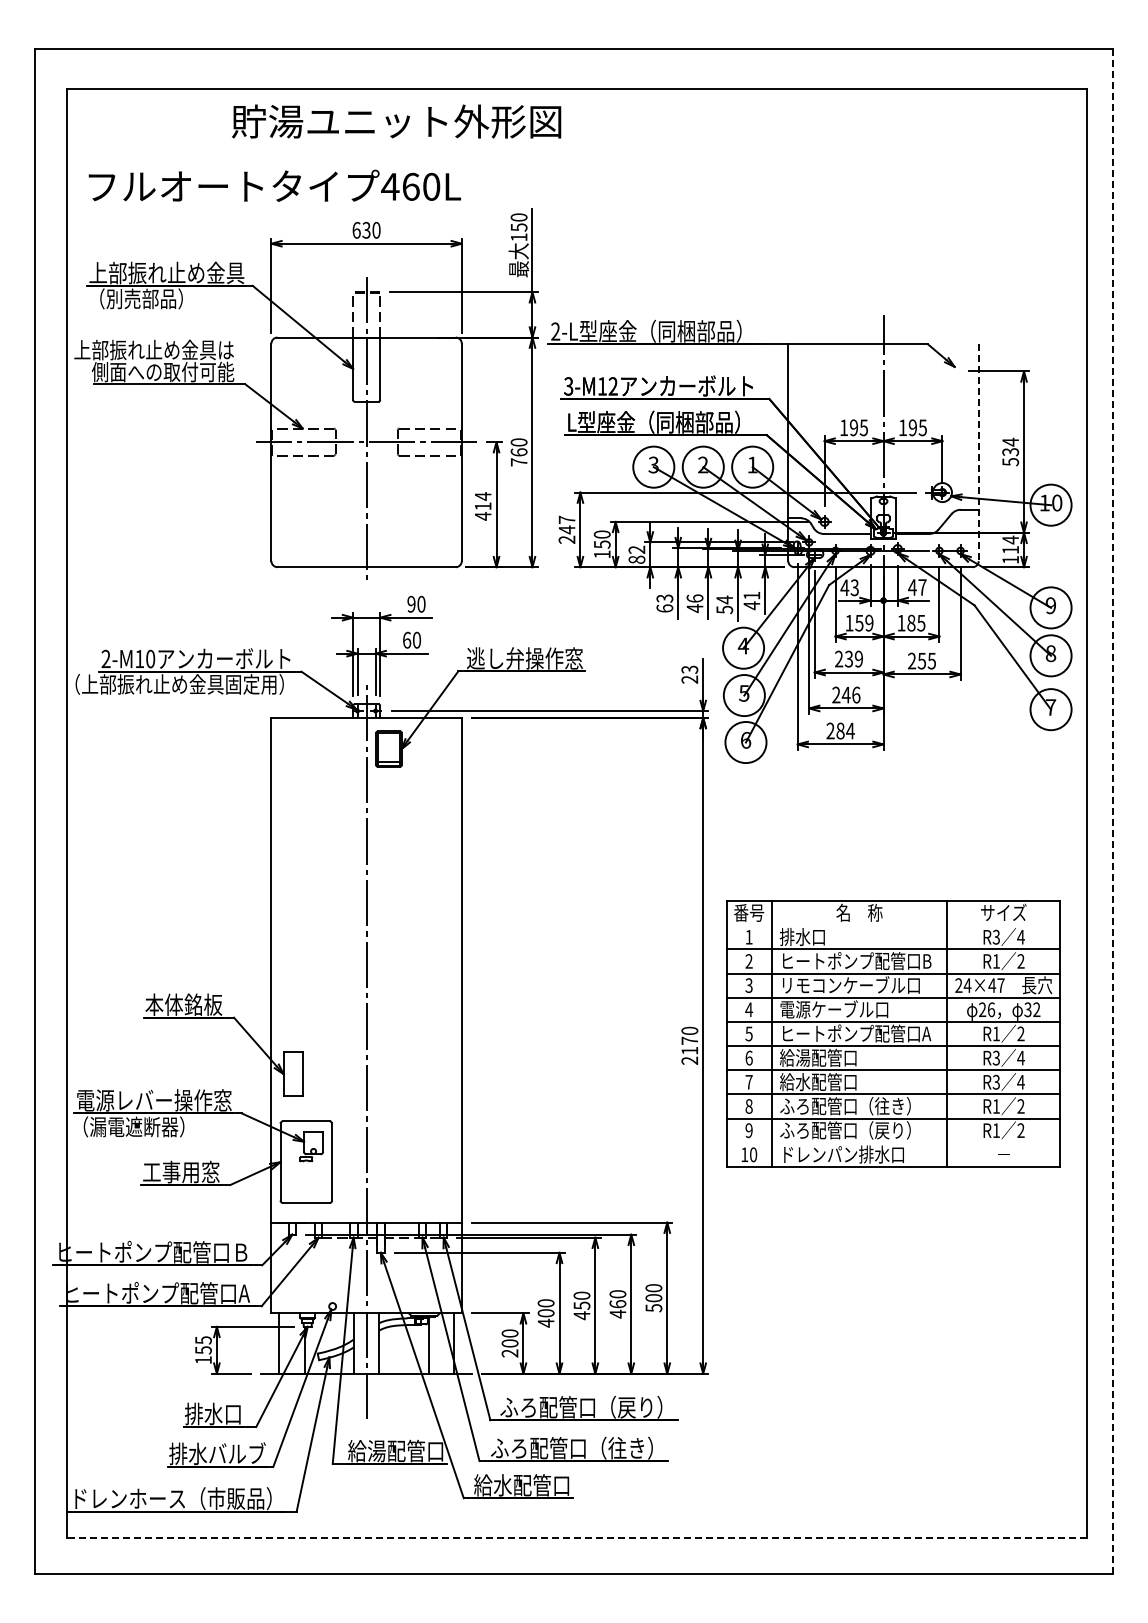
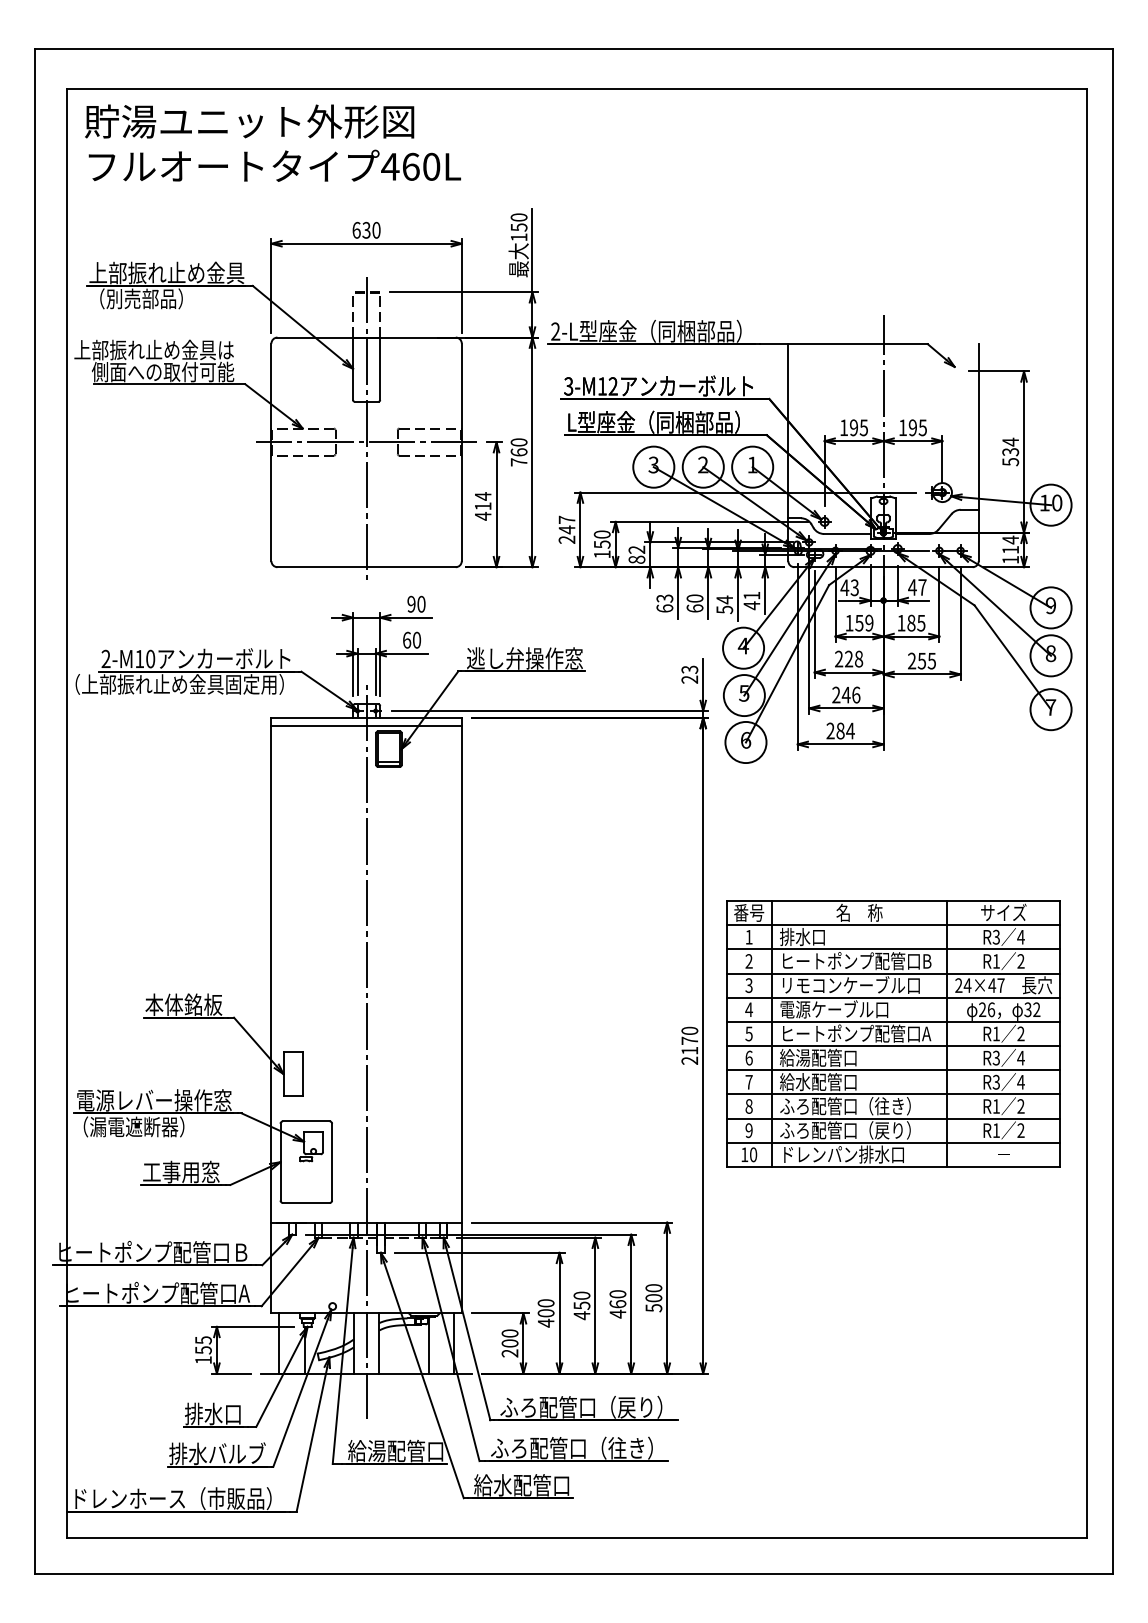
text at (396, 121) position: (396, 121) -> (249, 121)
text at (274, 185) position: (274, 185) -> (274, 165)
line at (978, 452): dashed -> solid
text at (694, 603): 46 -> 60
text at (853, 658): 239 -> 228
line at (366, 725): none -> present
line at (1113, 811): dashed -> solid
line at (893, 925): none -> present
line at (893, 1142): none -> present
line at (577, 1538): dashed -> solid
